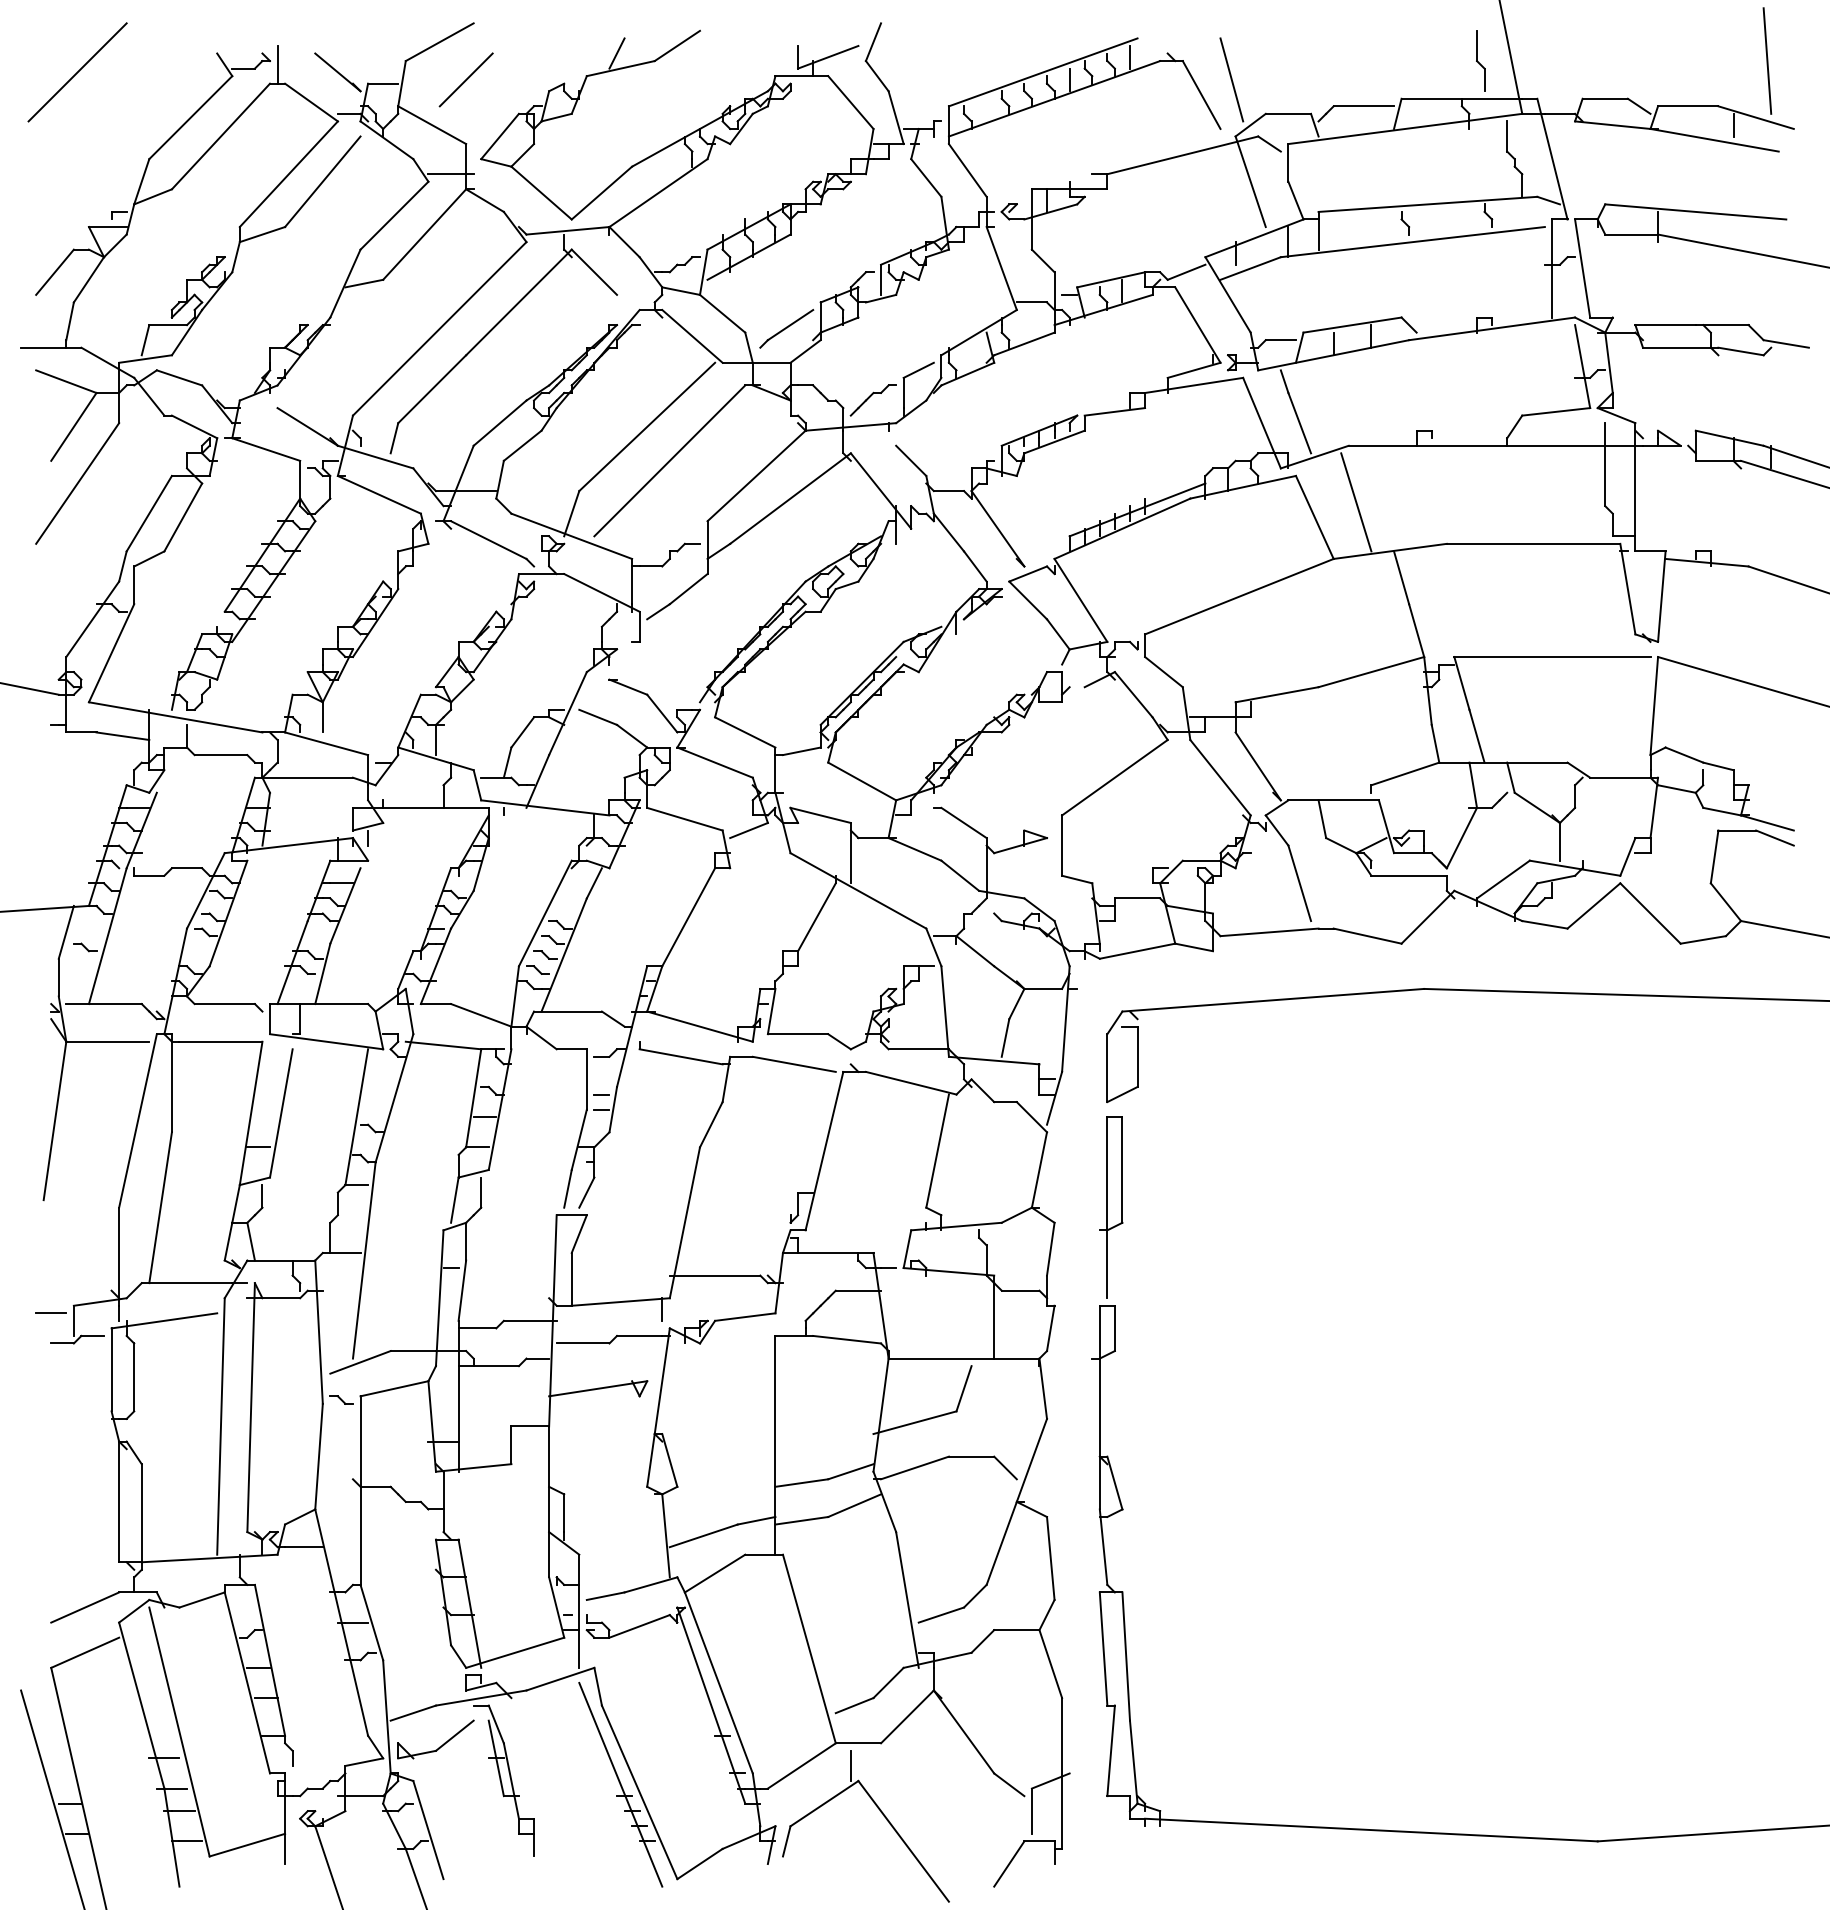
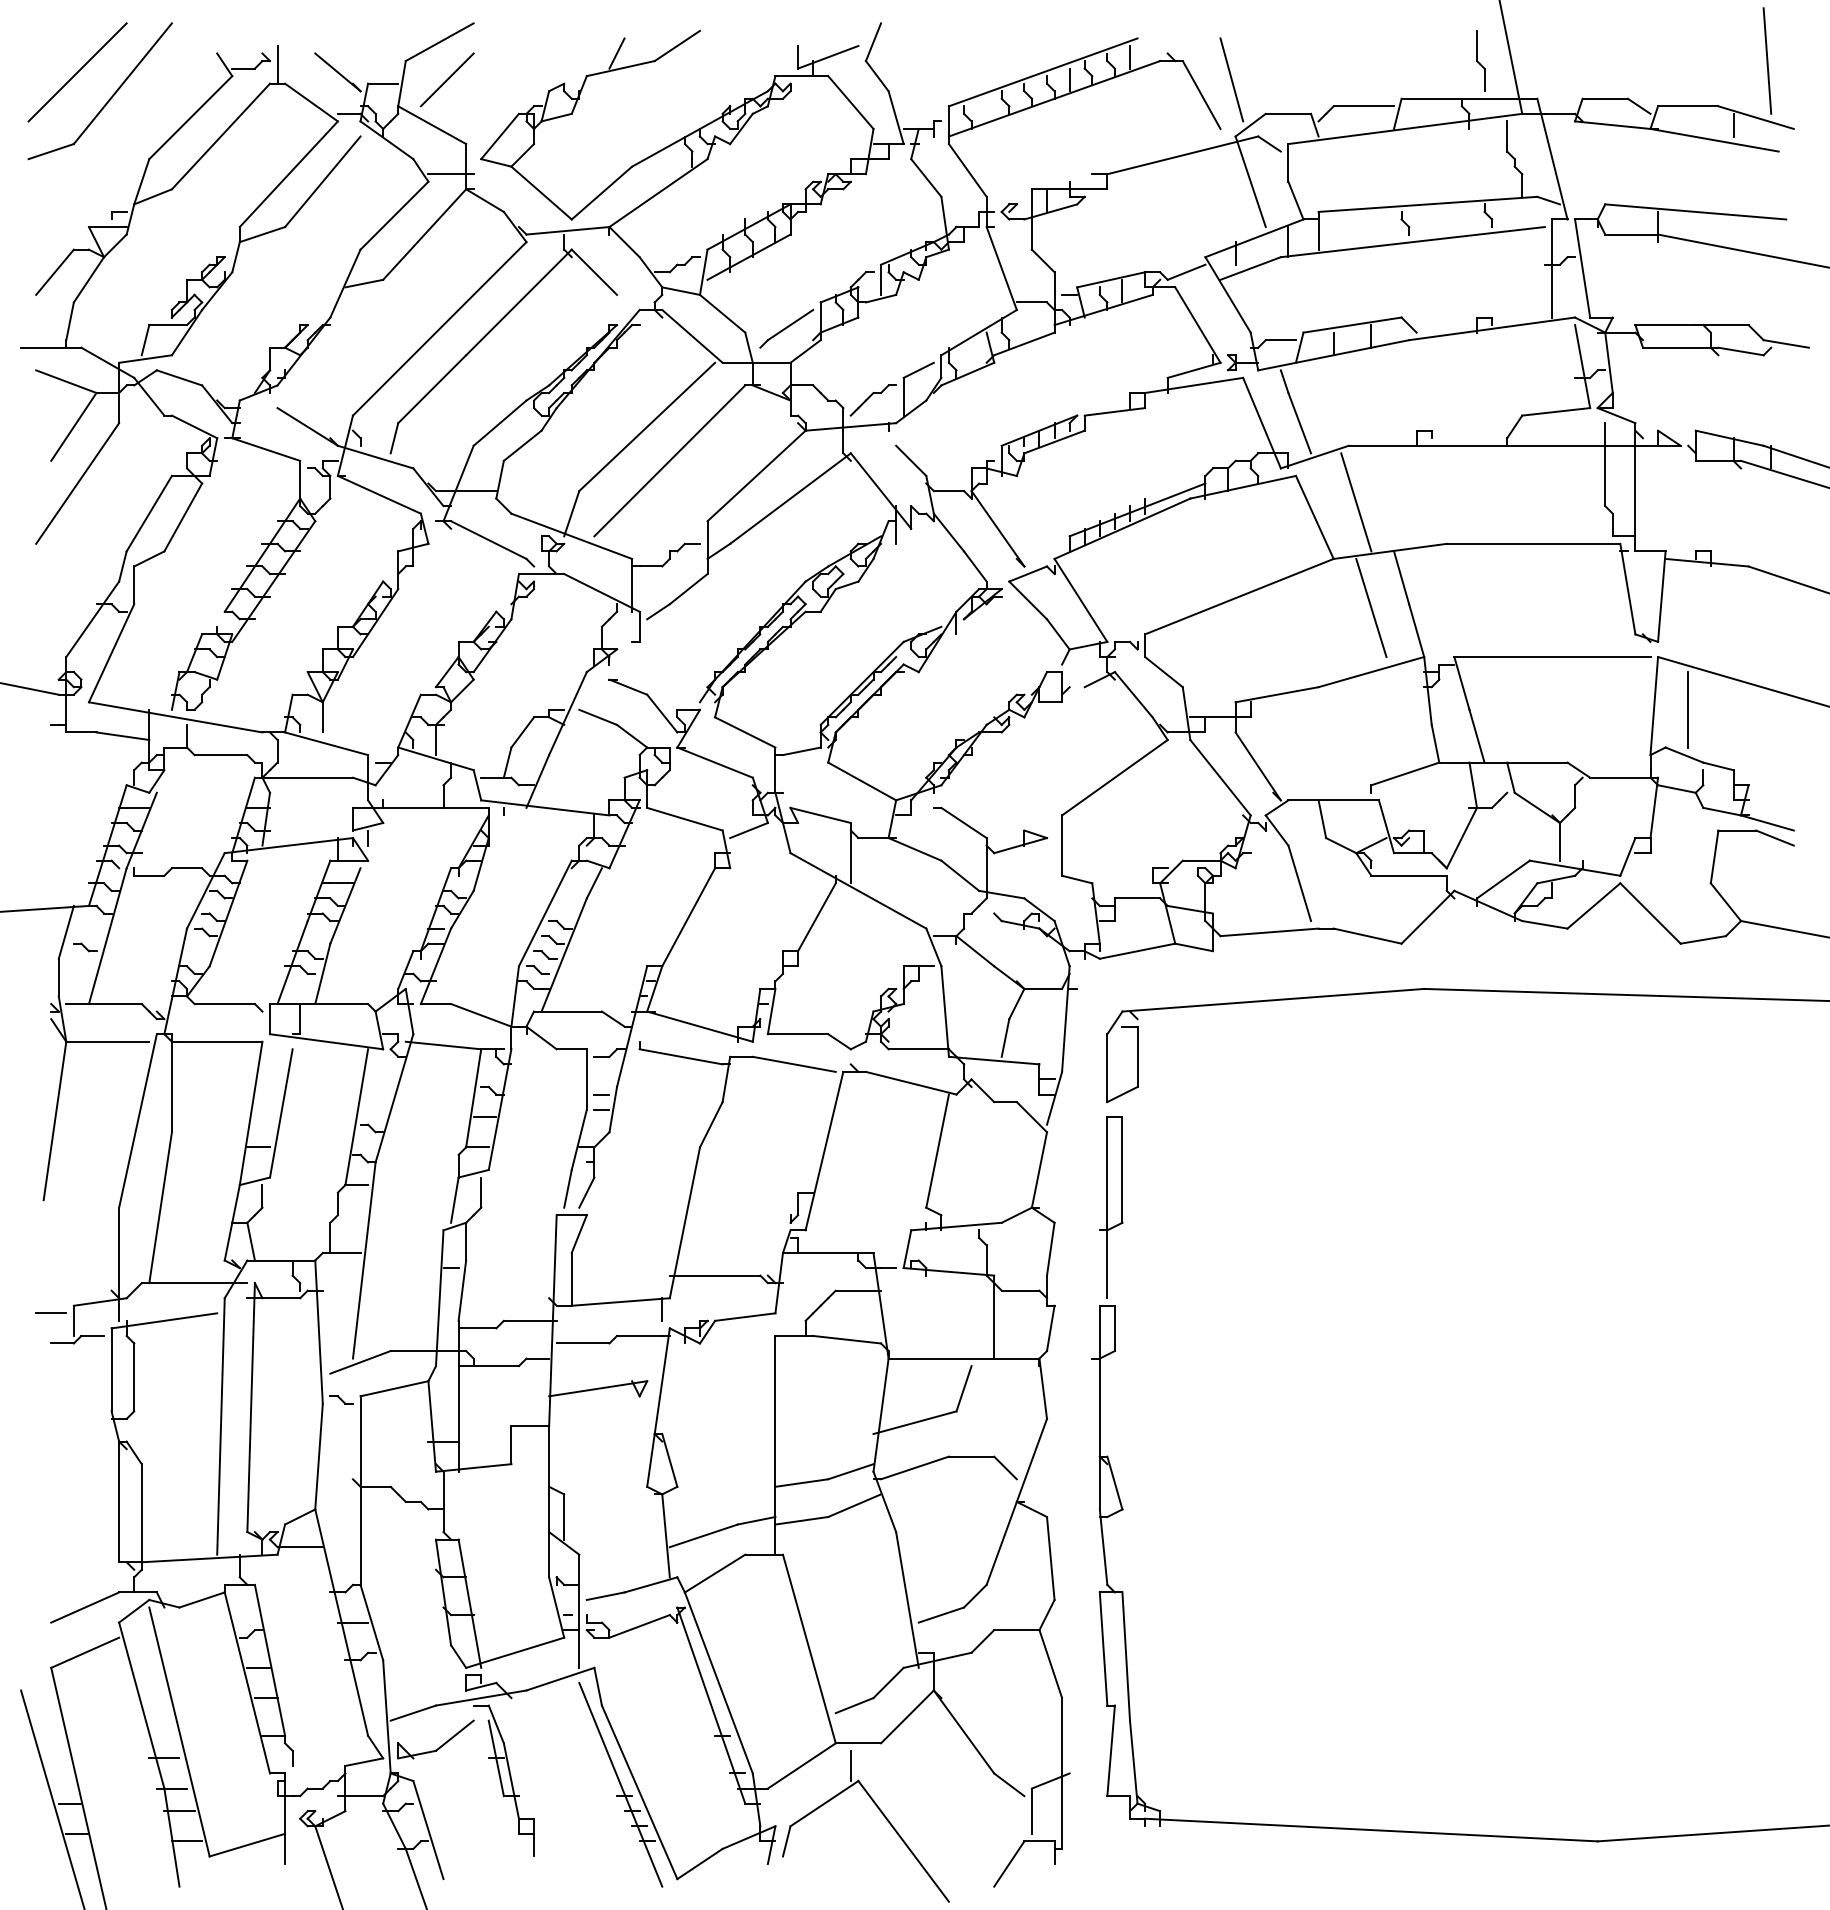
line at (465, 79) position: (465, 79) -> (446, 79)
part at (108, 99): none -> present
line at (1371, 607): none -> present
line at (1688, 709): none -> present
